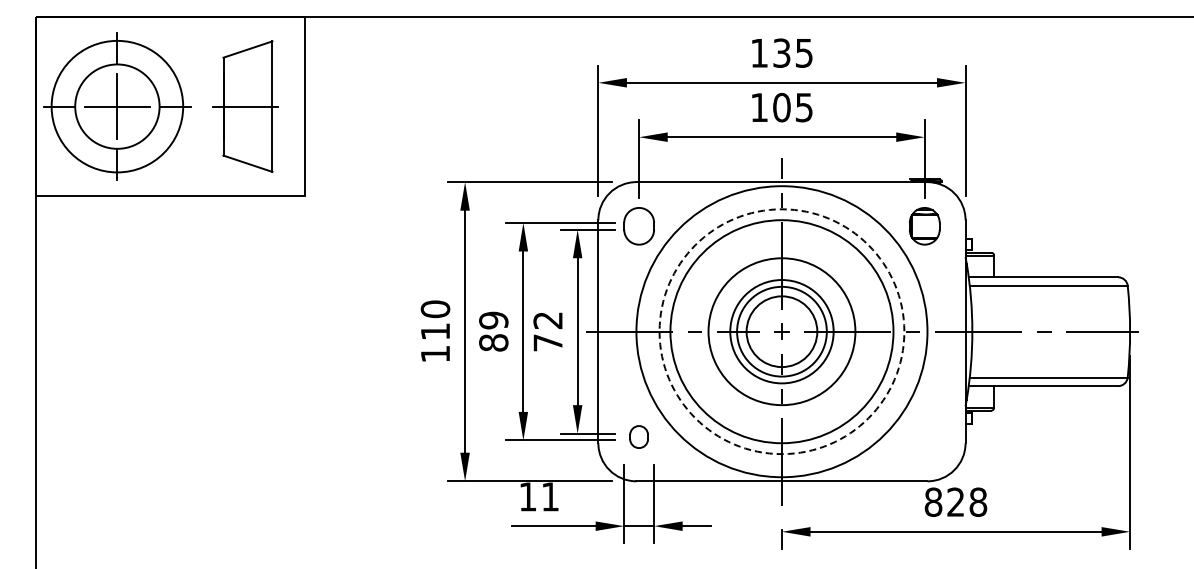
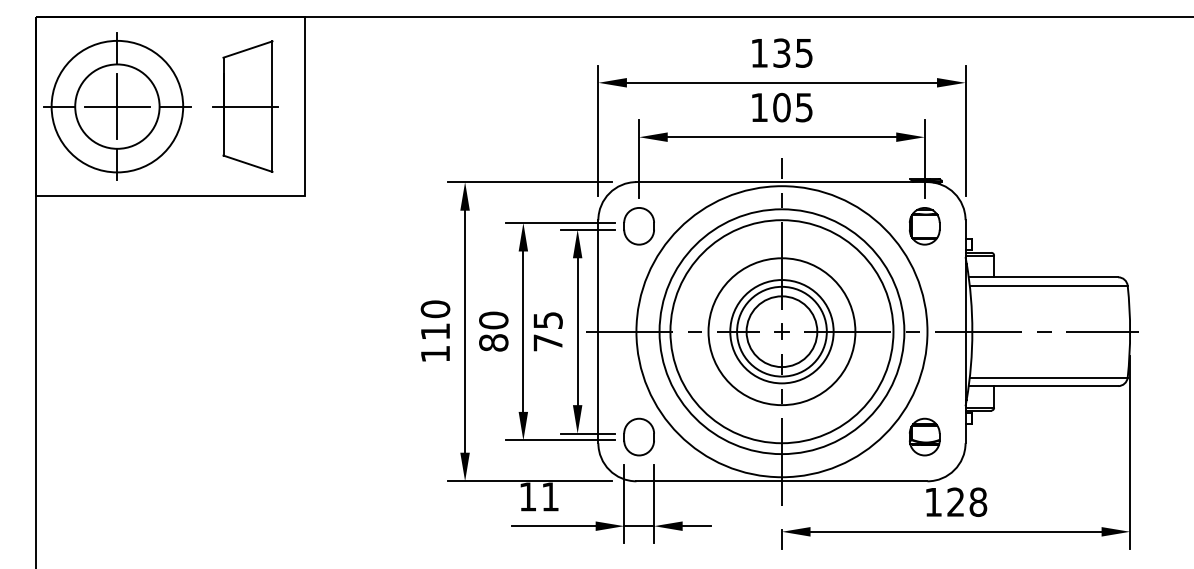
text at (493, 320): 89 -> 80
text at (547, 320): 72 -> 75
circle at (781, 331): dashed -> solid
part at (638, 436) size: 20x24 px -> 32x40 px
part at (924, 436): none -> present
text at (933, 501): 828 -> 128
